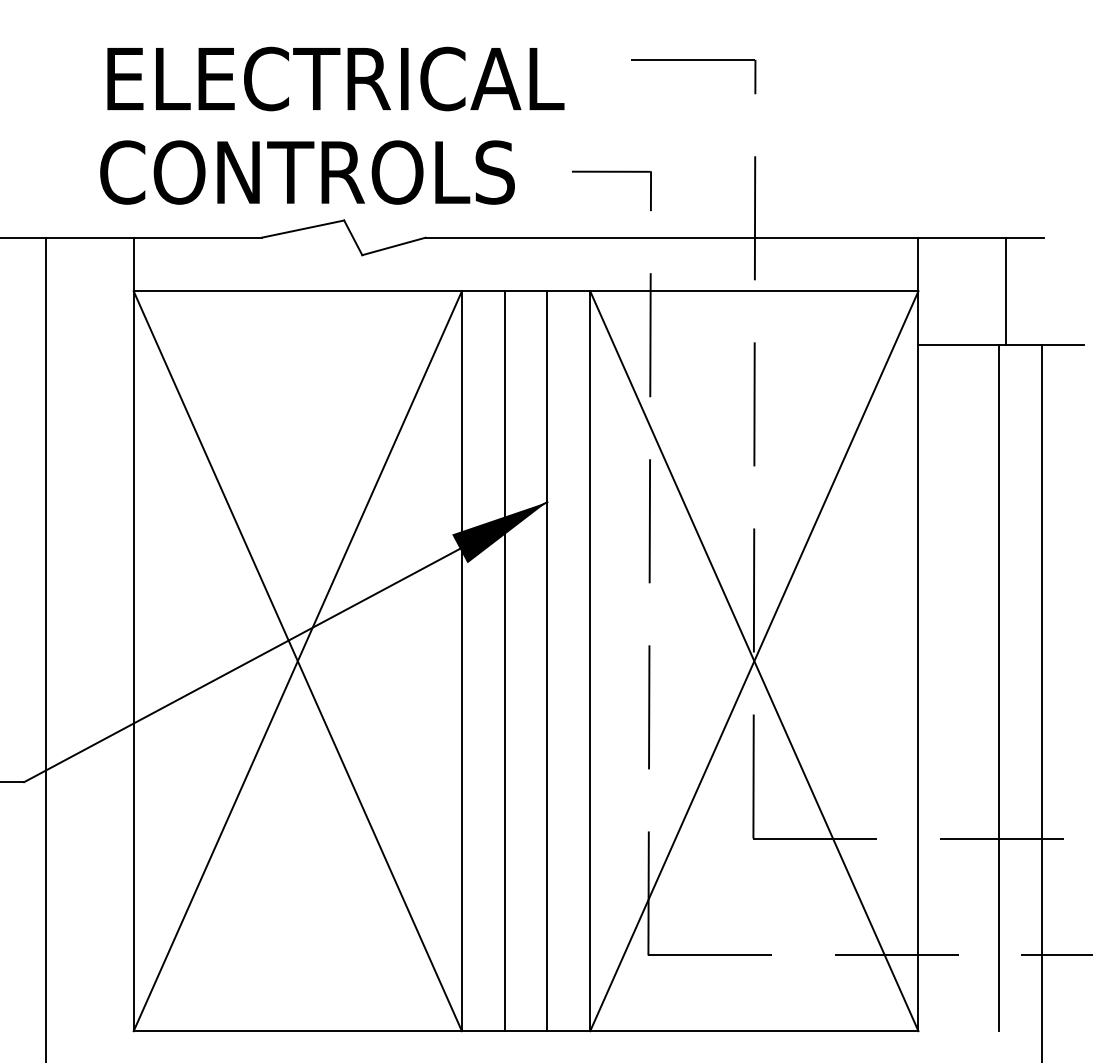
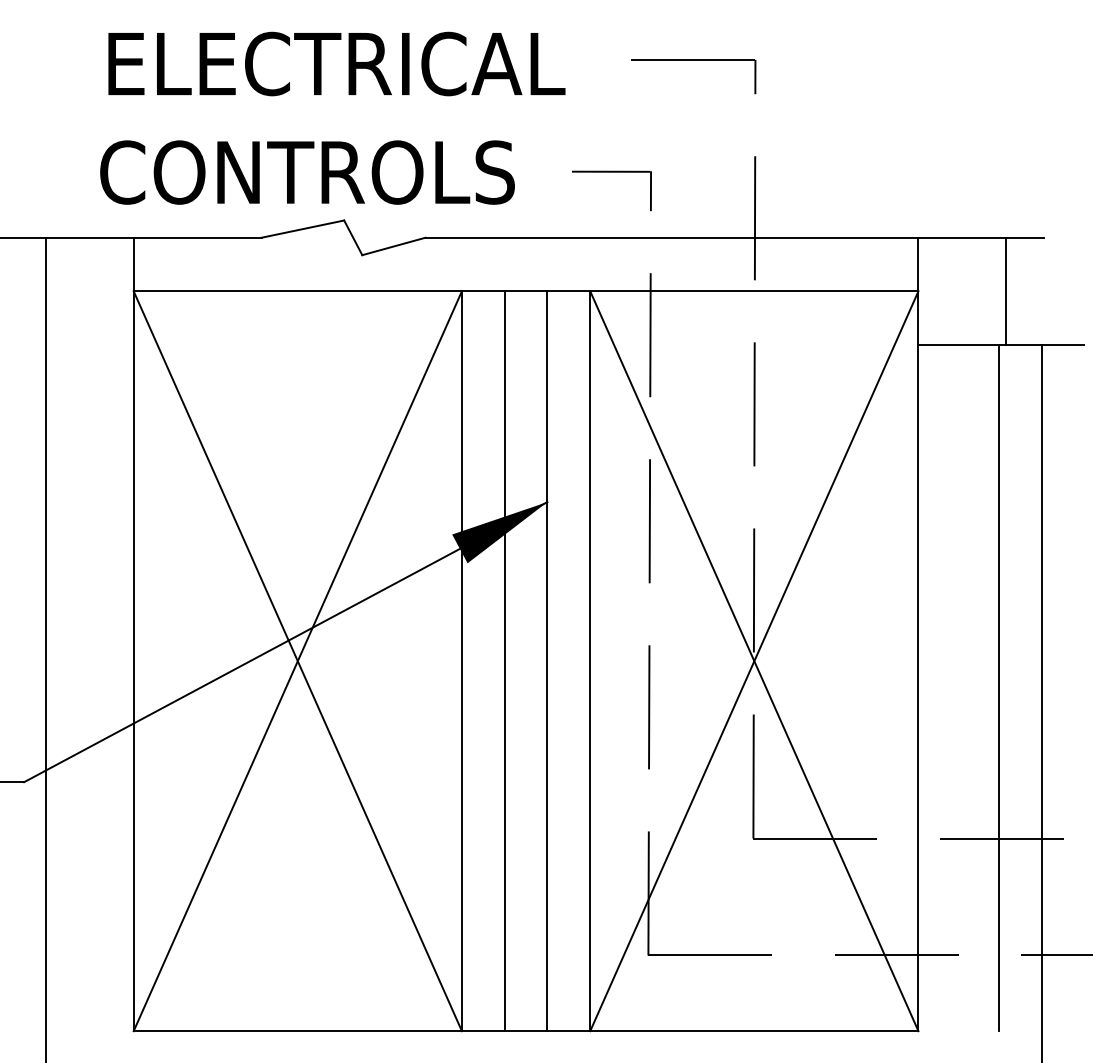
text at (335, 78) position: (335, 78) -> (336, 63)
